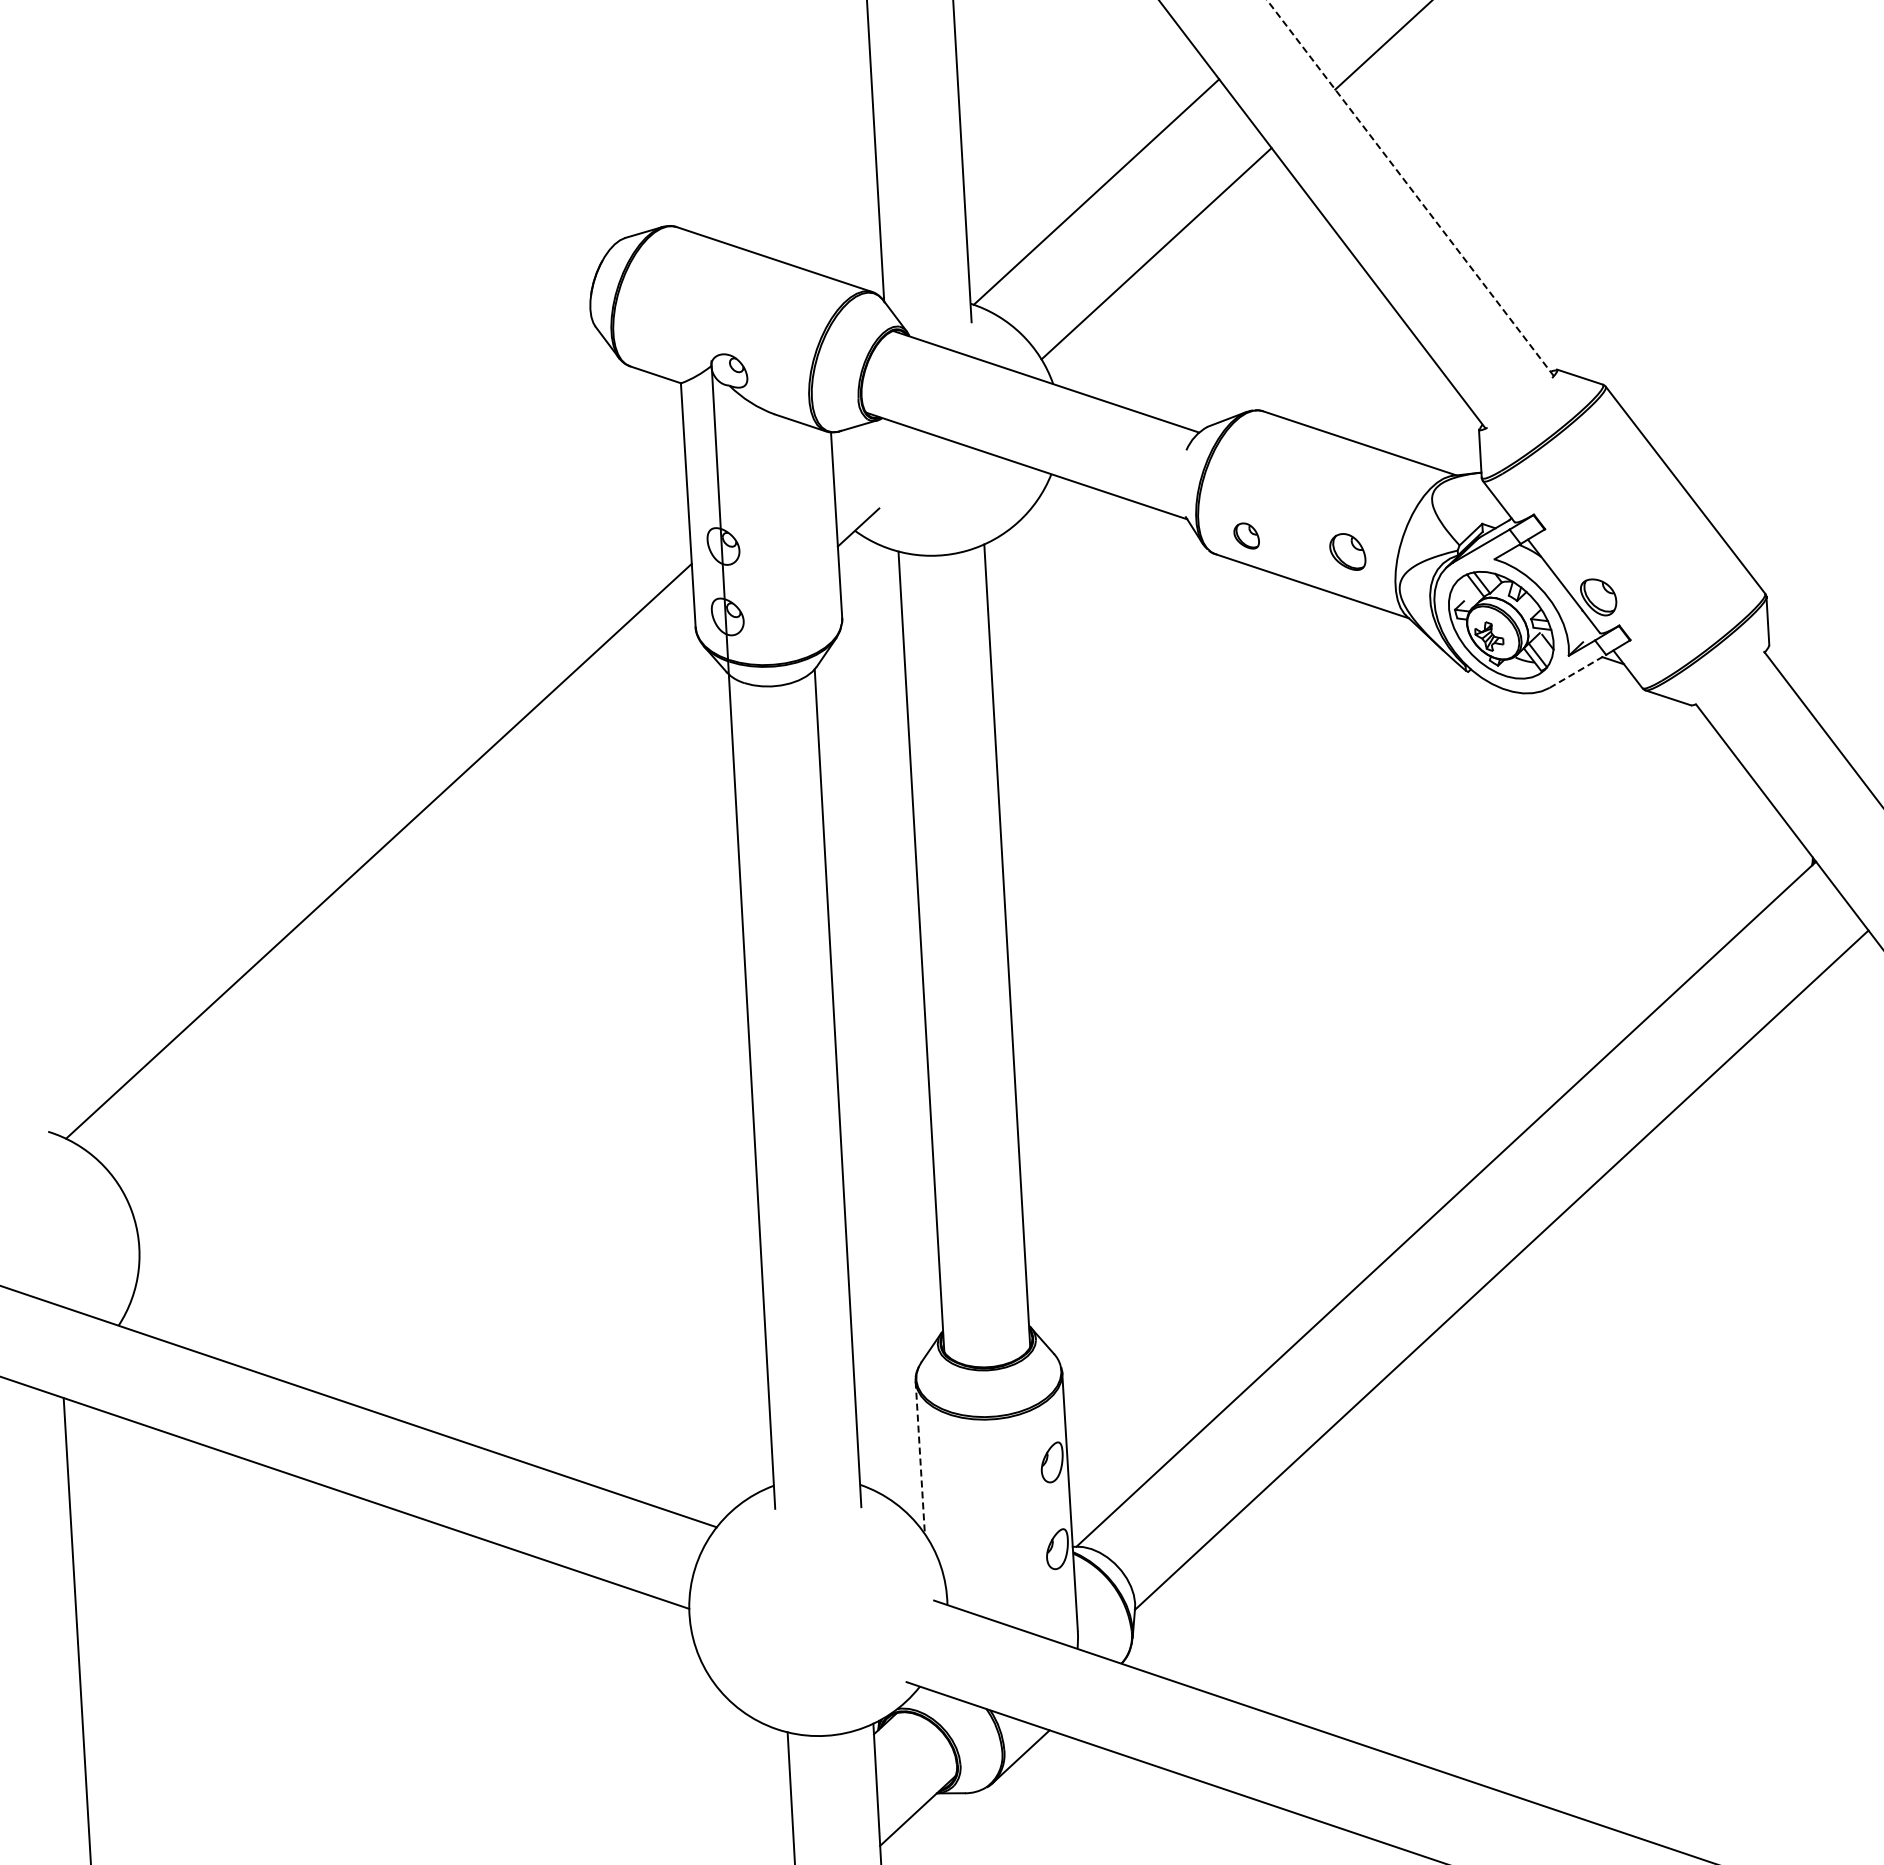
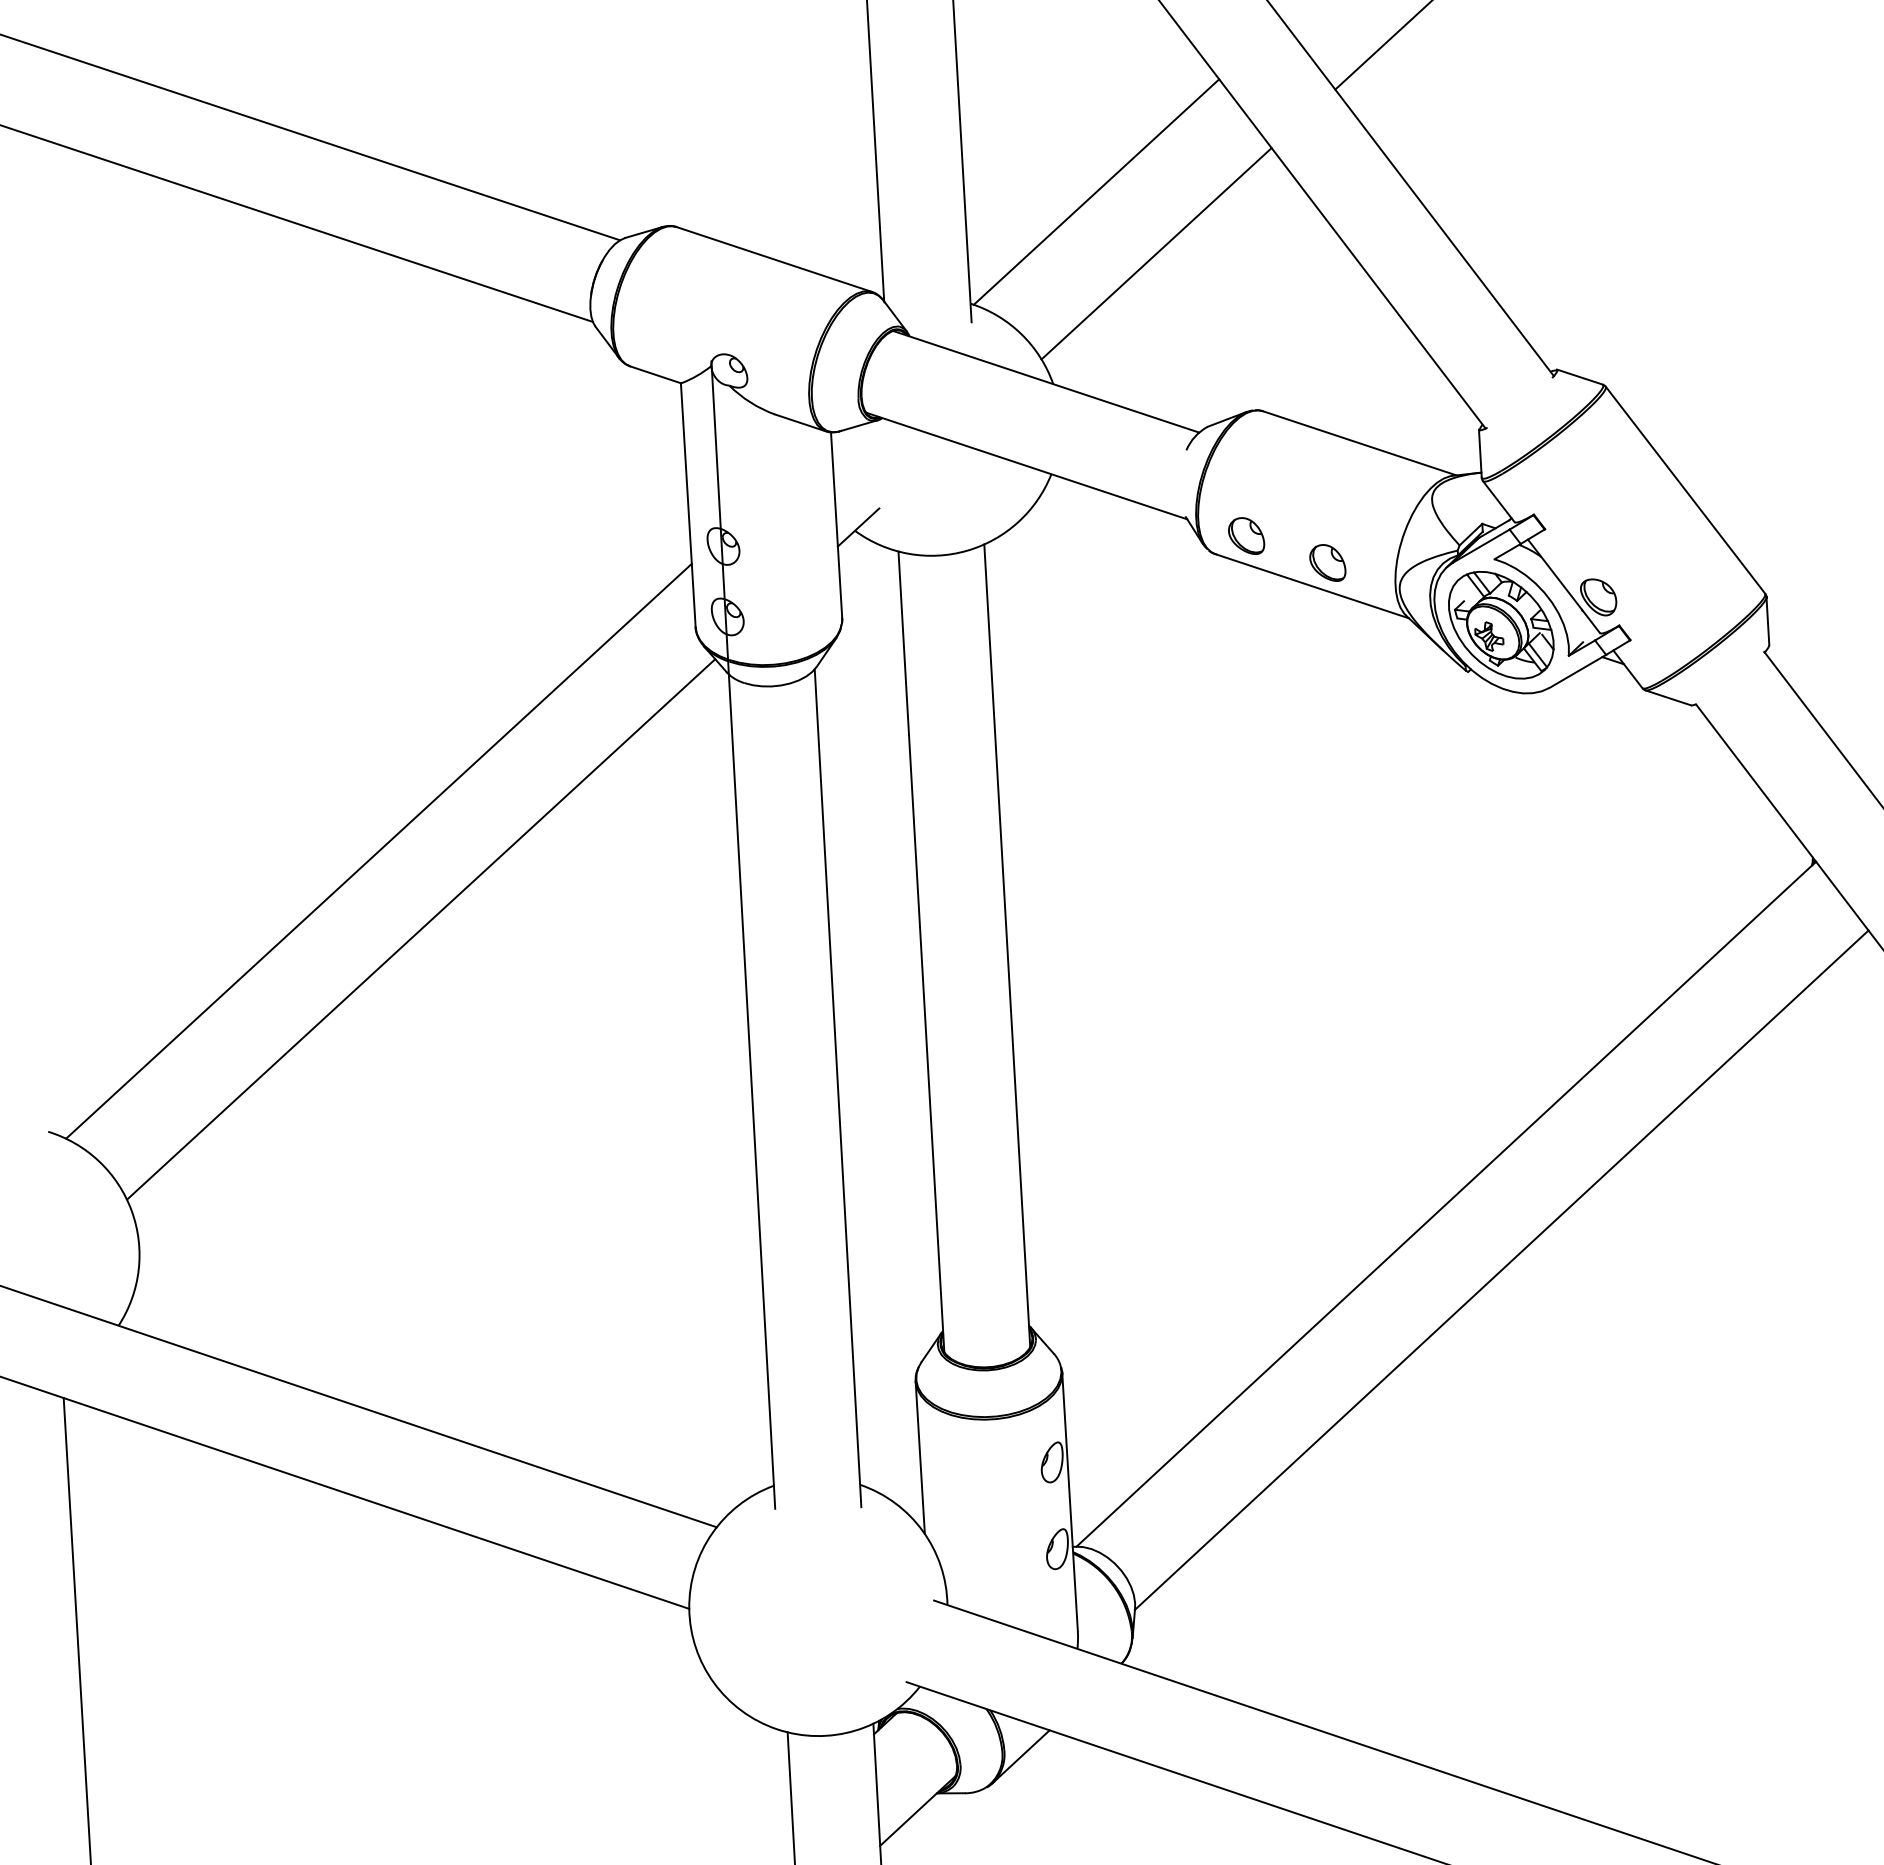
line at (311, 137): none -> present
line at (1410, 187): dashed -> solid
line at (297, 223): none -> present
part at (1246, 535) size: 27x28 px -> 38x38 px
part at (1347, 551) position: (1347, 551) -> (1327, 562)
line at (1577, 671): dashed -> solid
line at (421, 929): none -> present
line at (920, 1458): dashed -> solid
